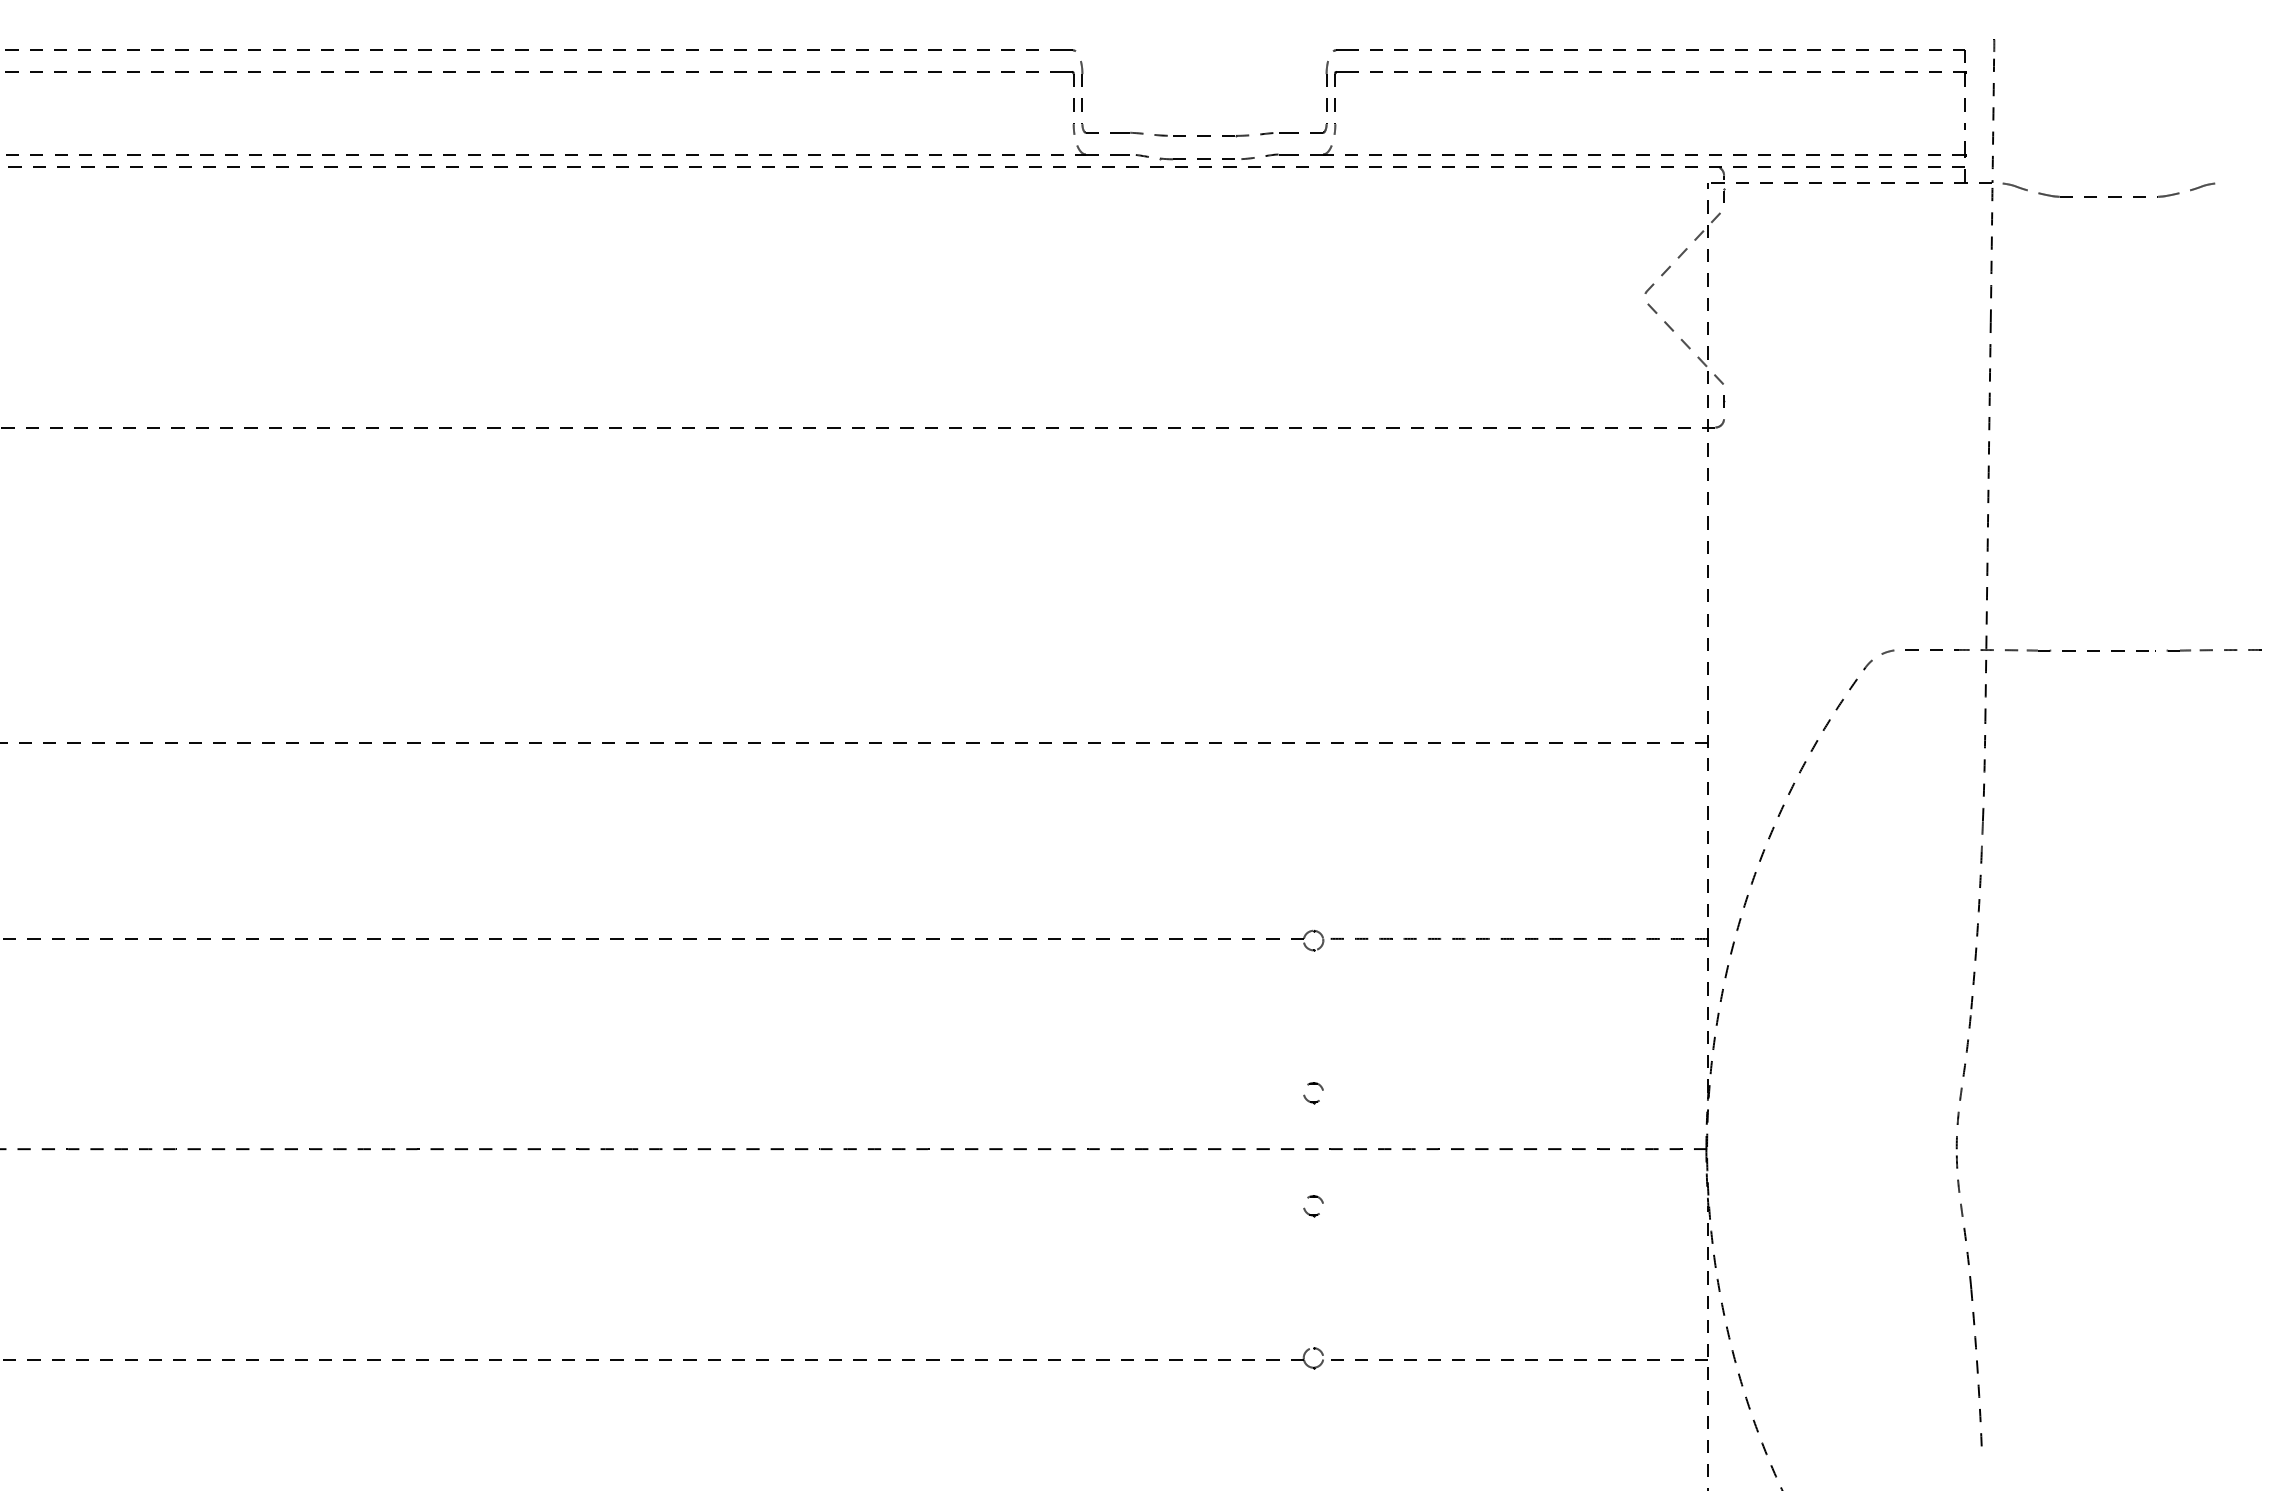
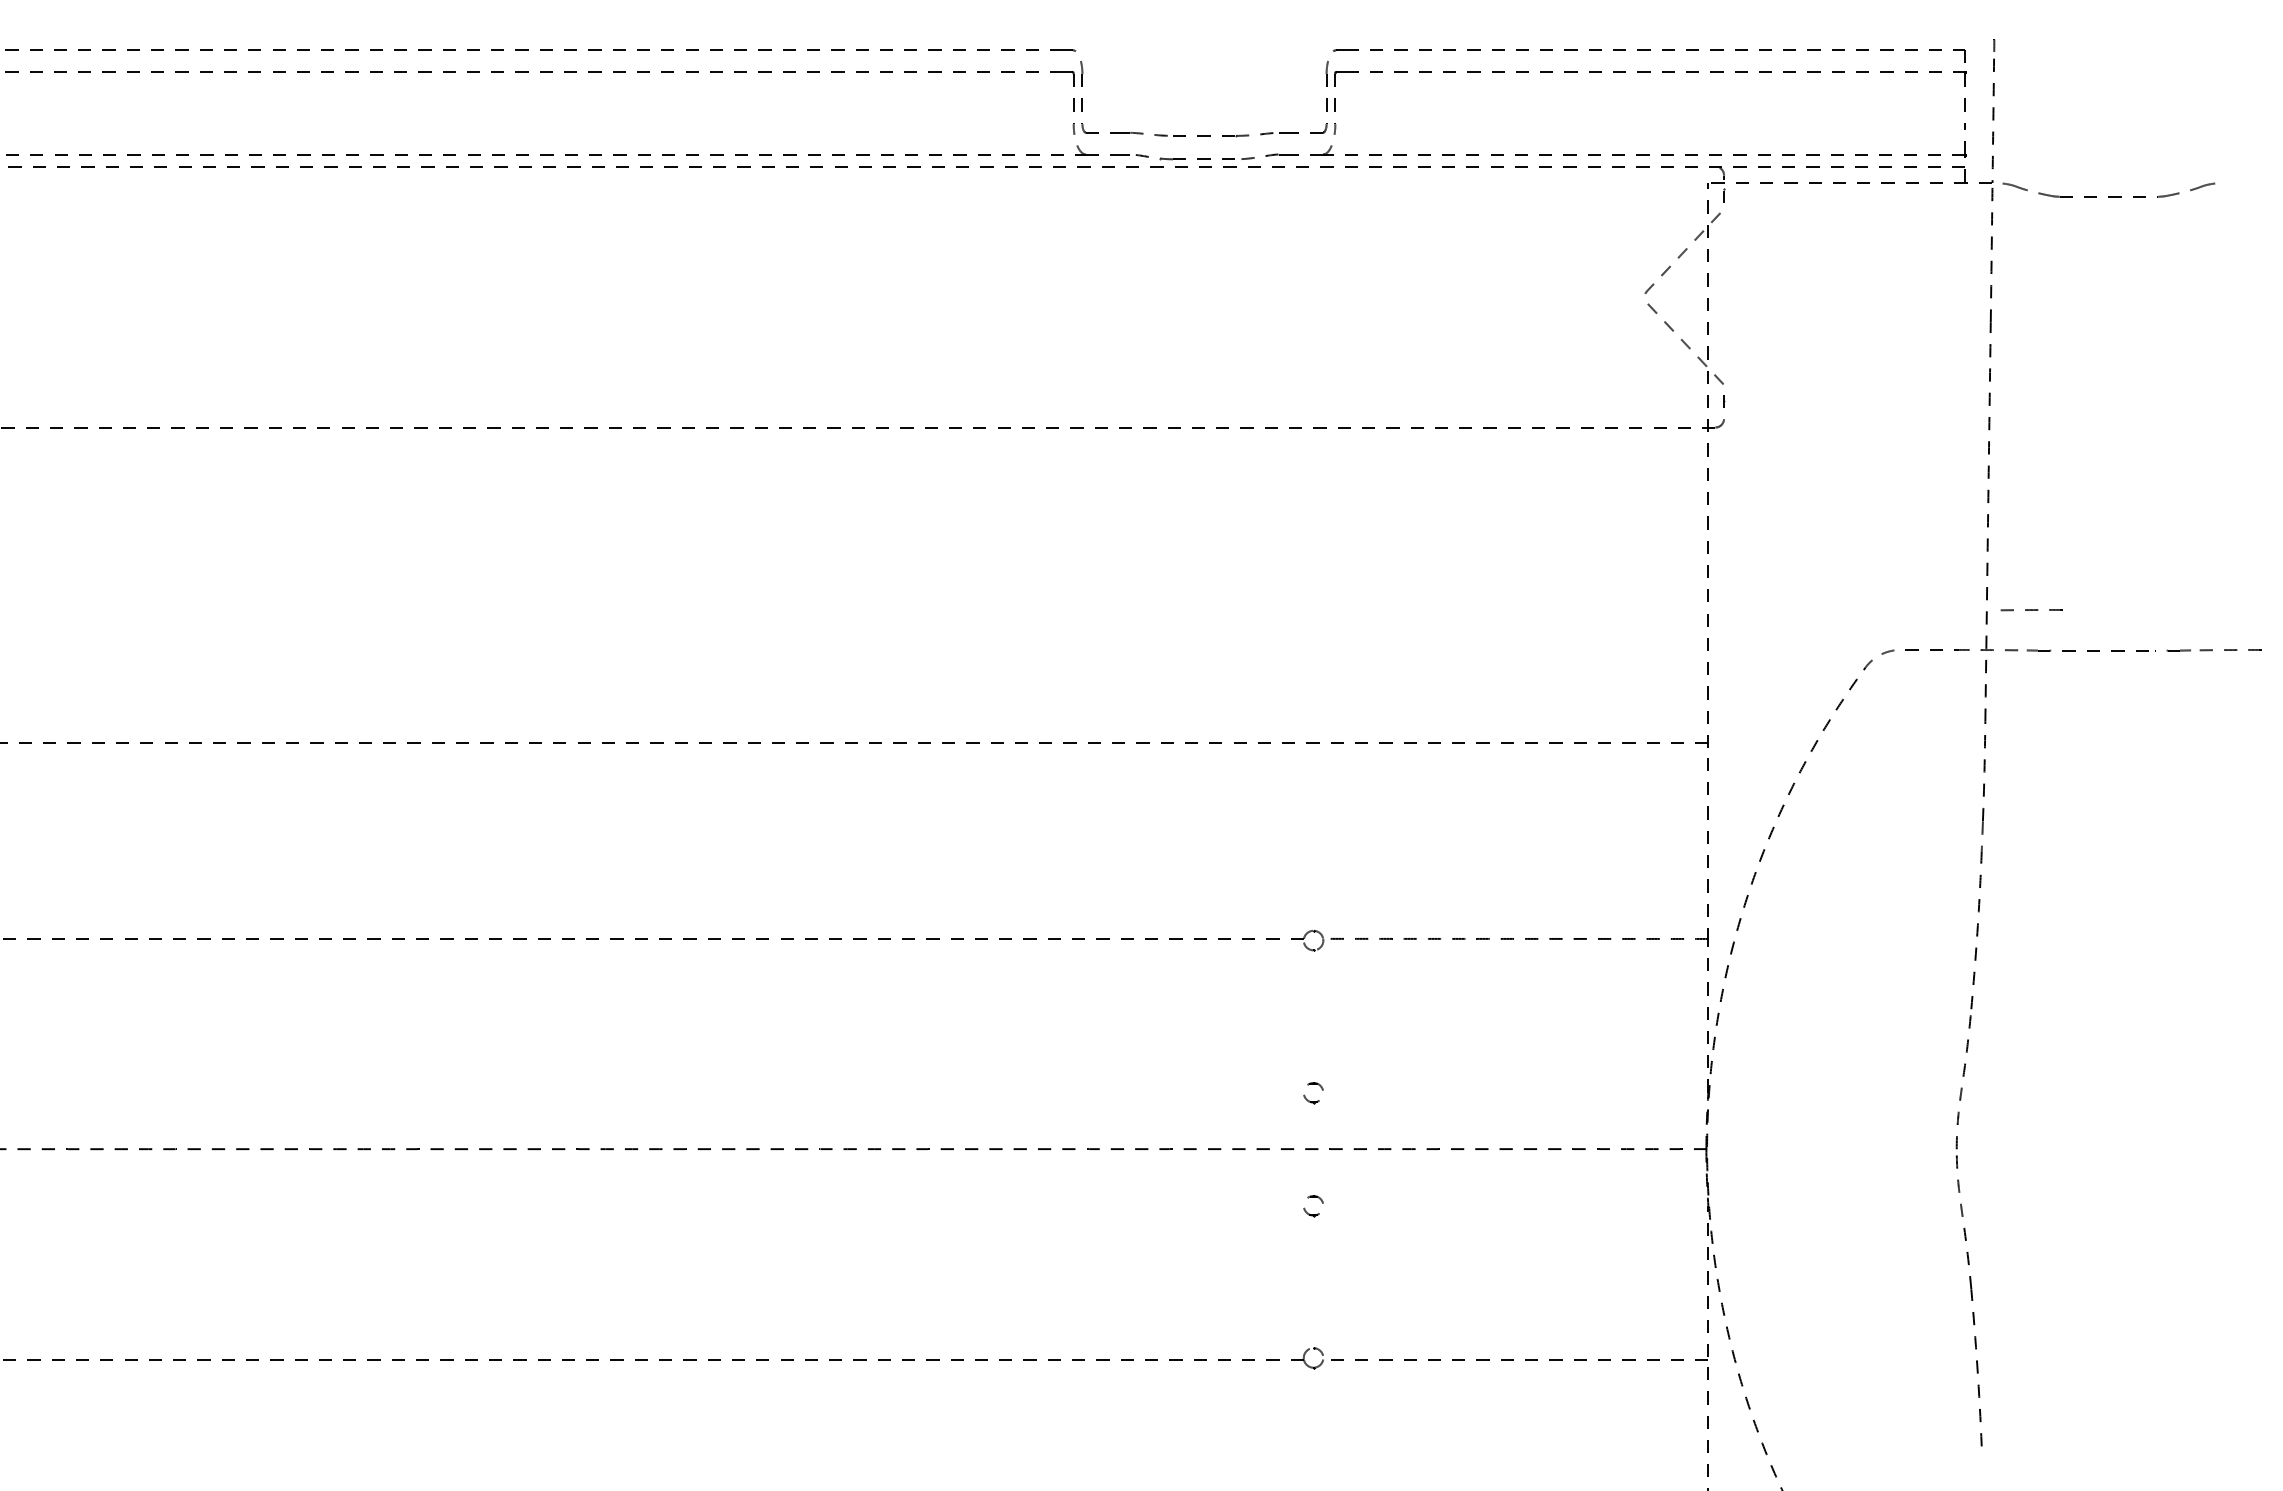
curve at (2031, 610): none -> present
